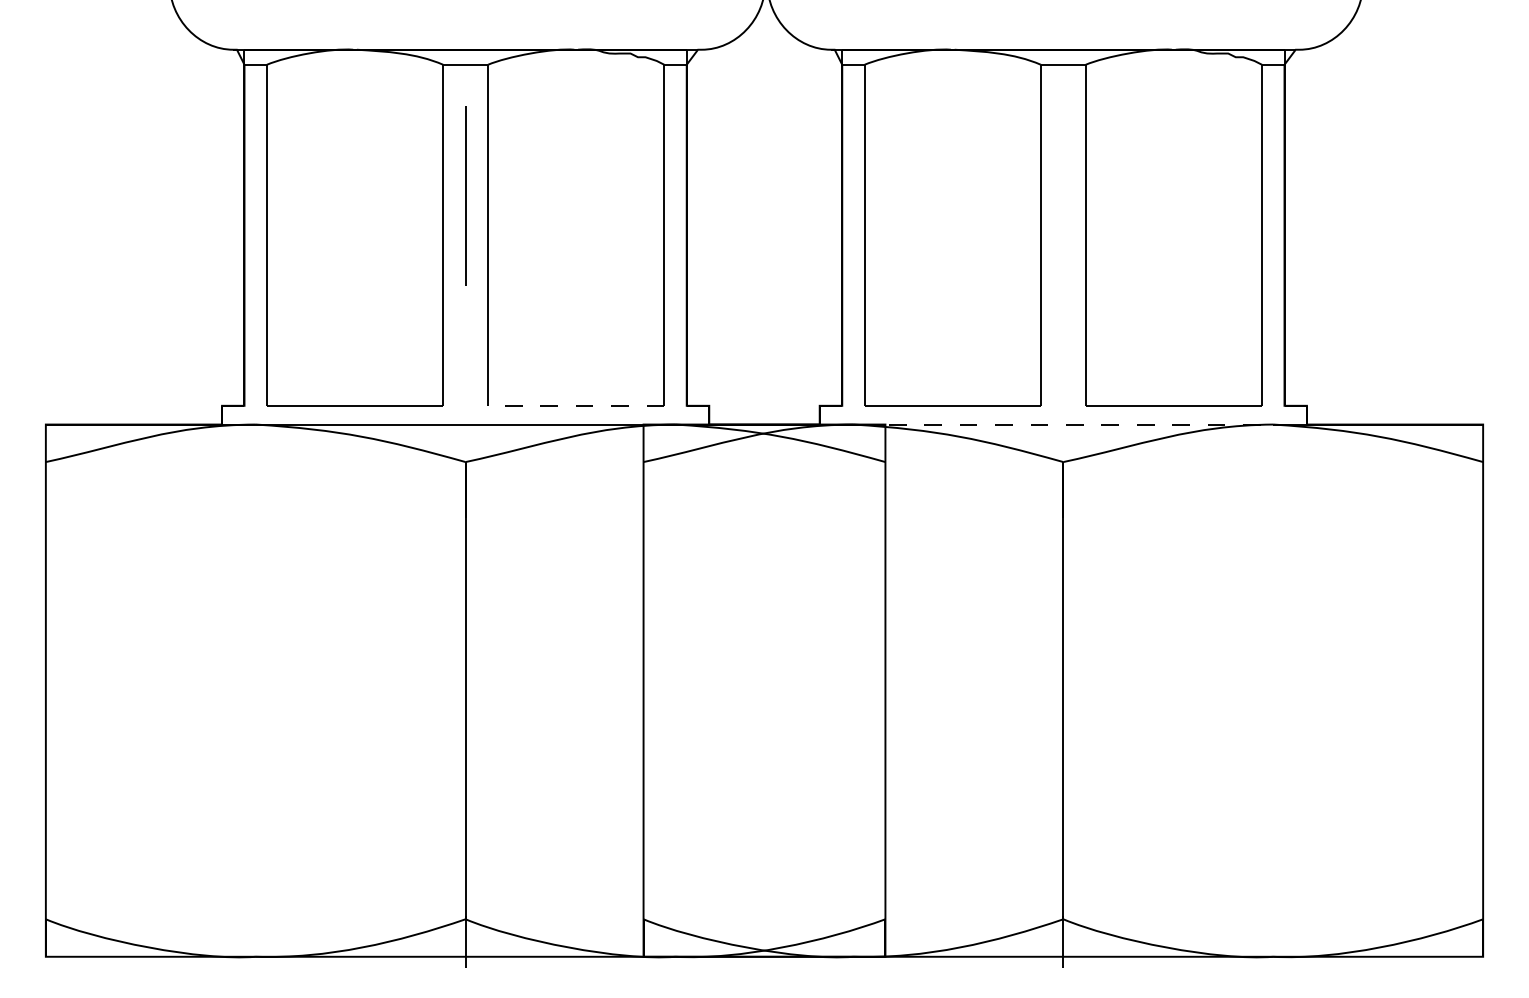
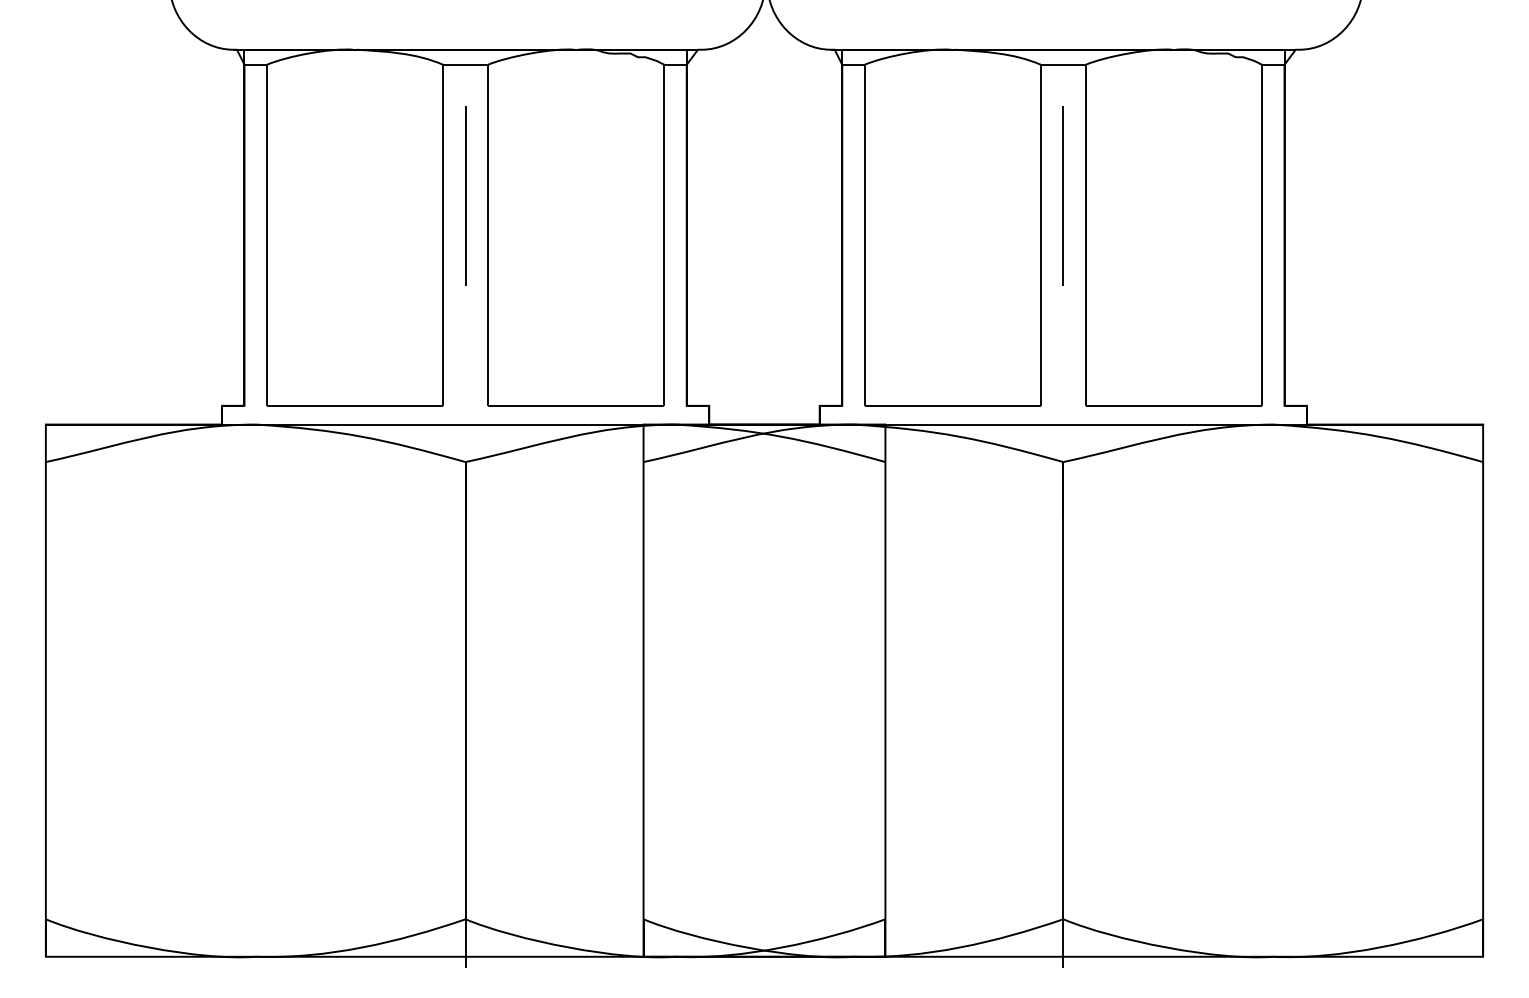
line at (1062, 195): none -> present
line at (575, 405): dashed -> solid
line at (1063, 424): dashed -> solid
